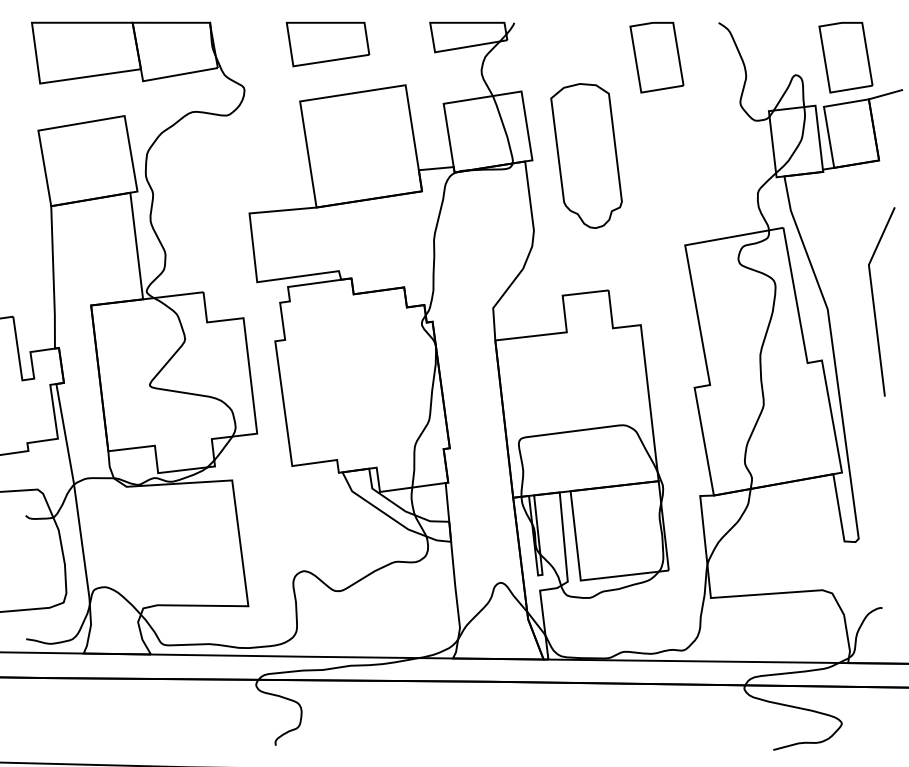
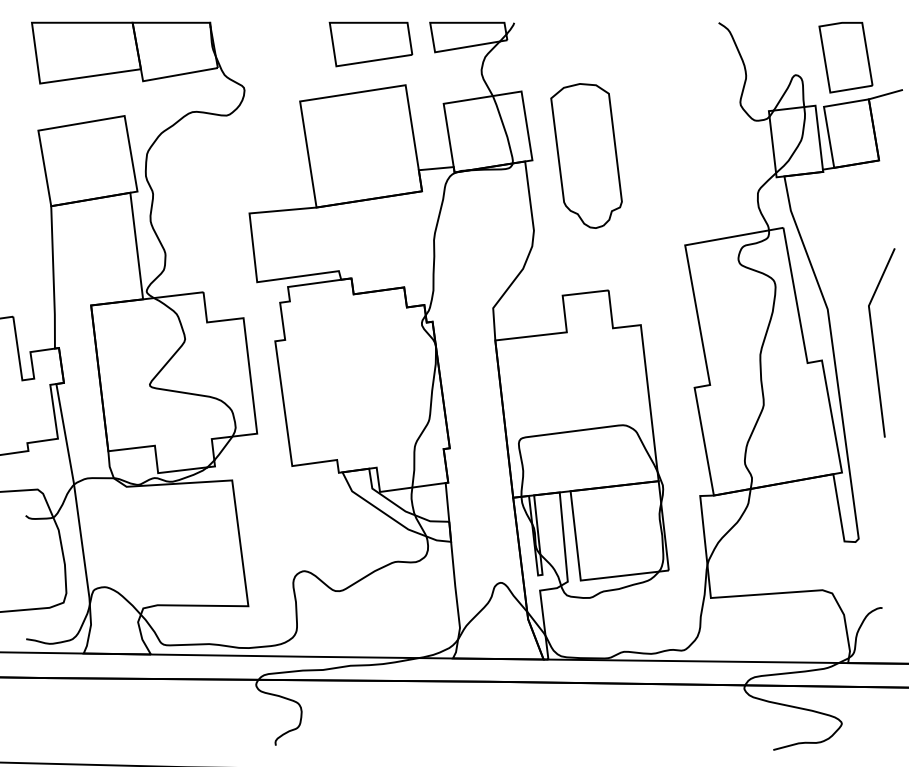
part at (327, 44) position: (327, 44) -> (370, 44)
part at (656, 57): present -> none
line at (874, 301) position: (874, 301) -> (874, 342)
